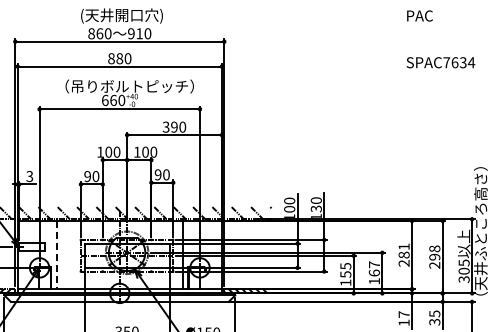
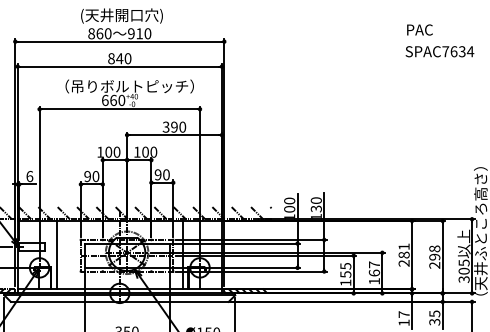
text at (419, 15) position: (419, 15) -> (419, 29)
text at (119, 58): 880 -> 840
text at (440, 62) position: (440, 62) -> (439, 51)
text at (29, 176): 3 -> 6
line at (56, 255): dashed -> solid
